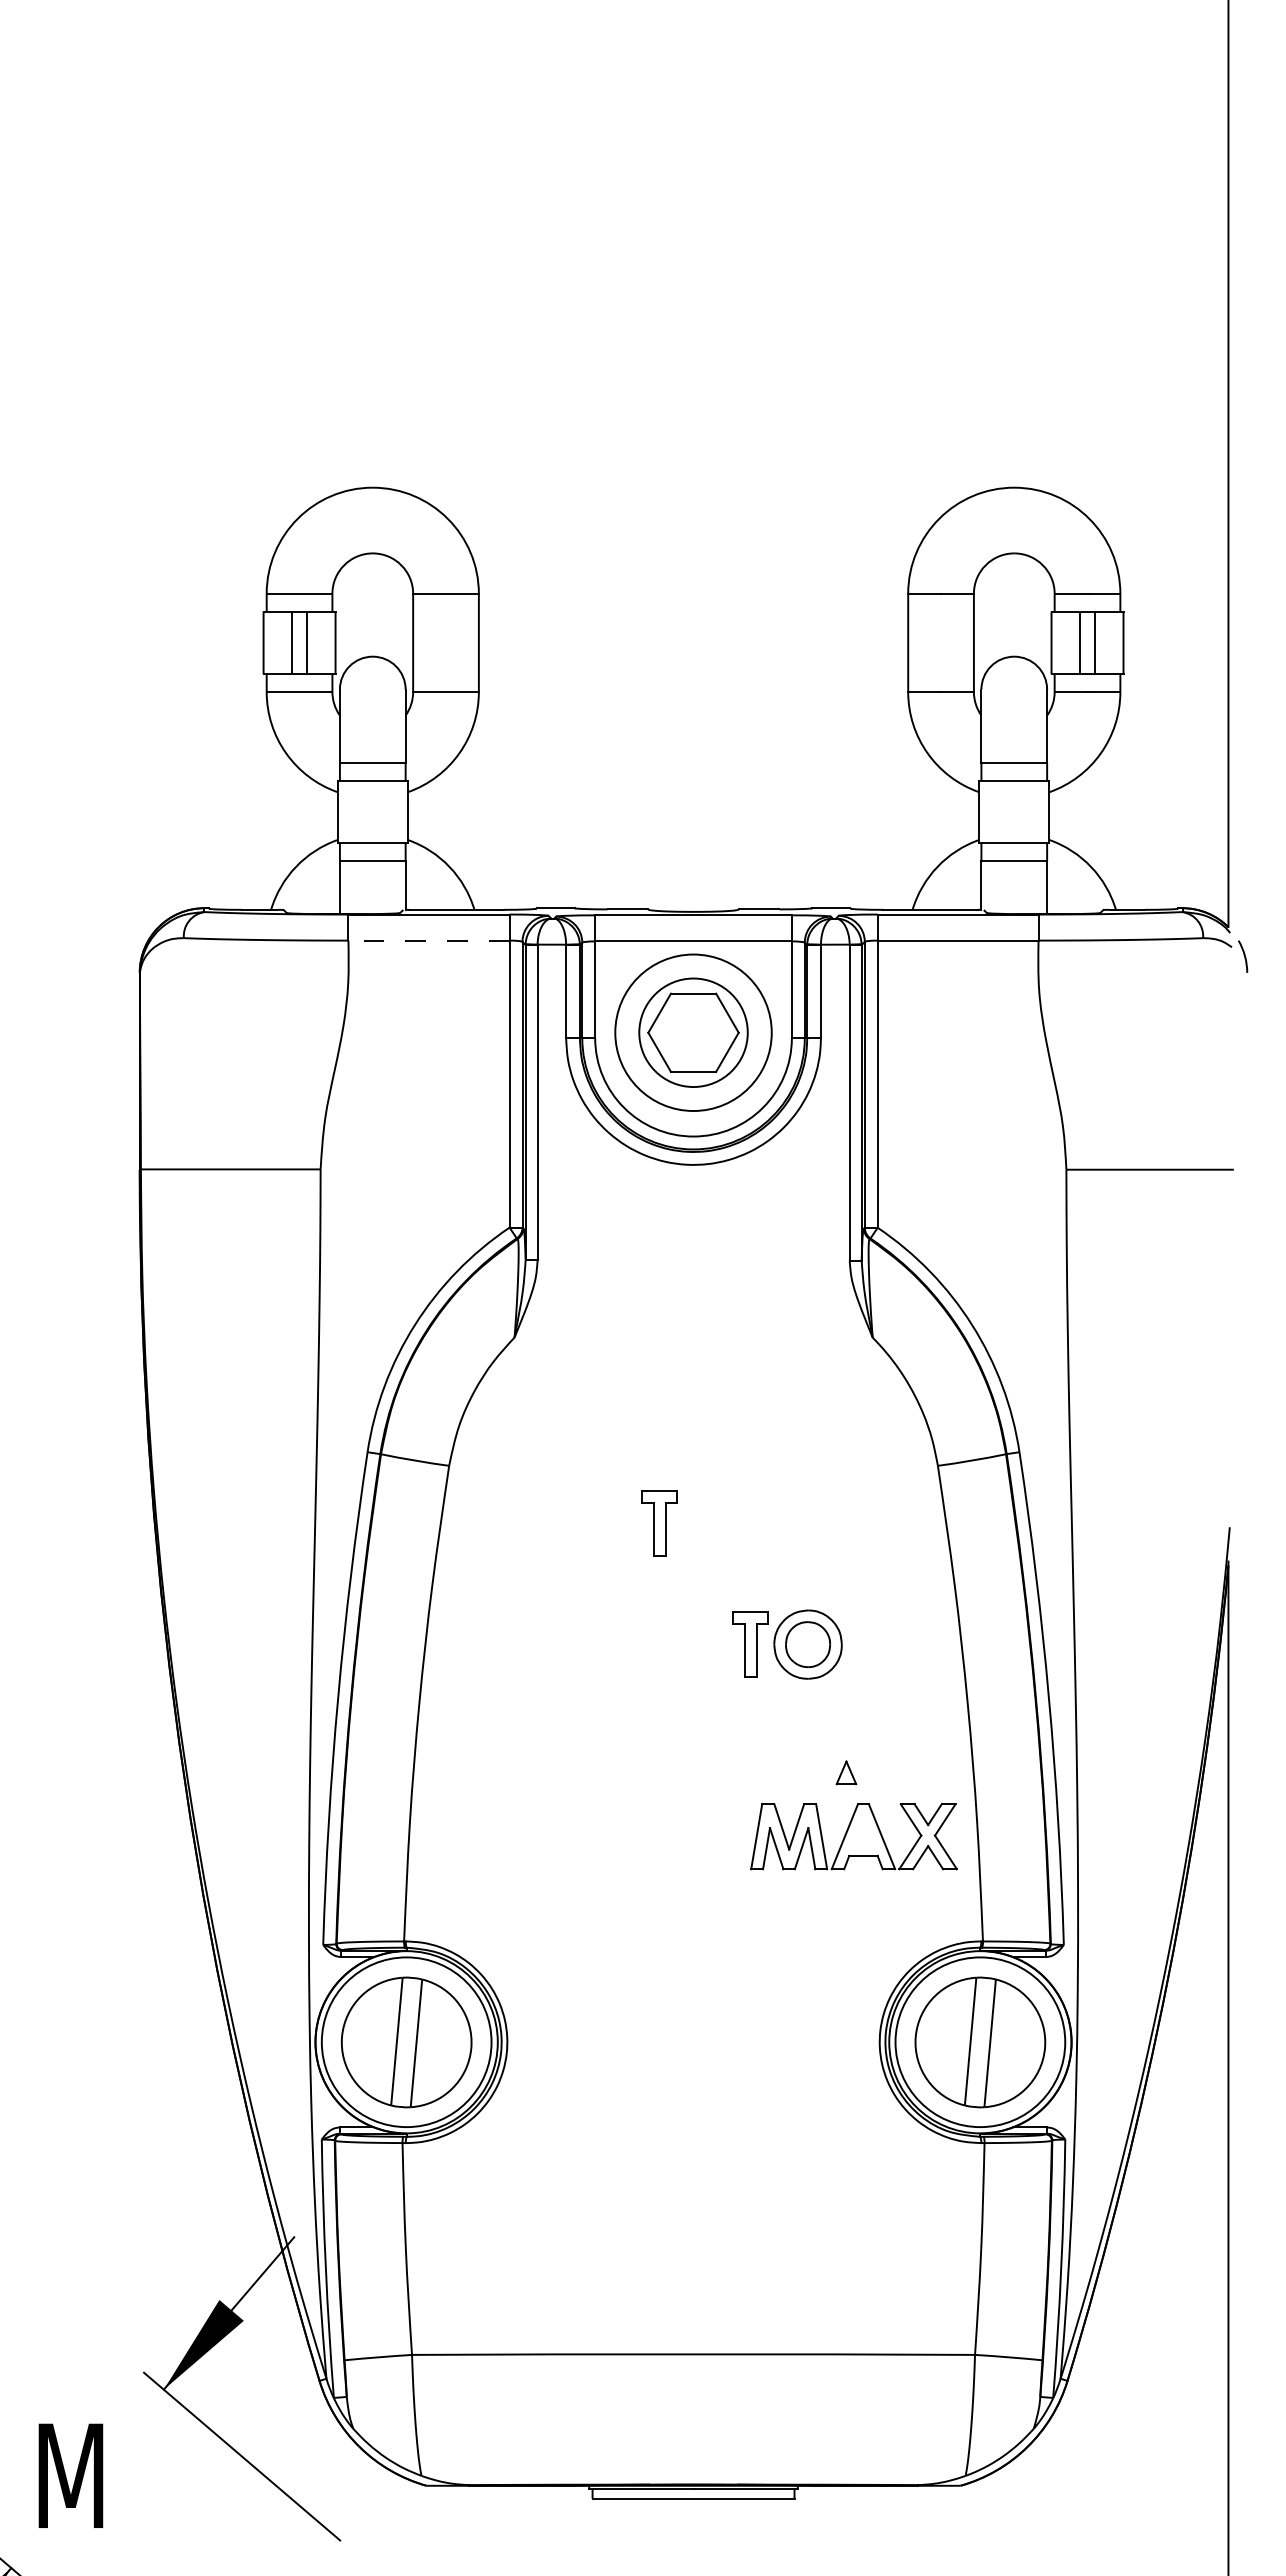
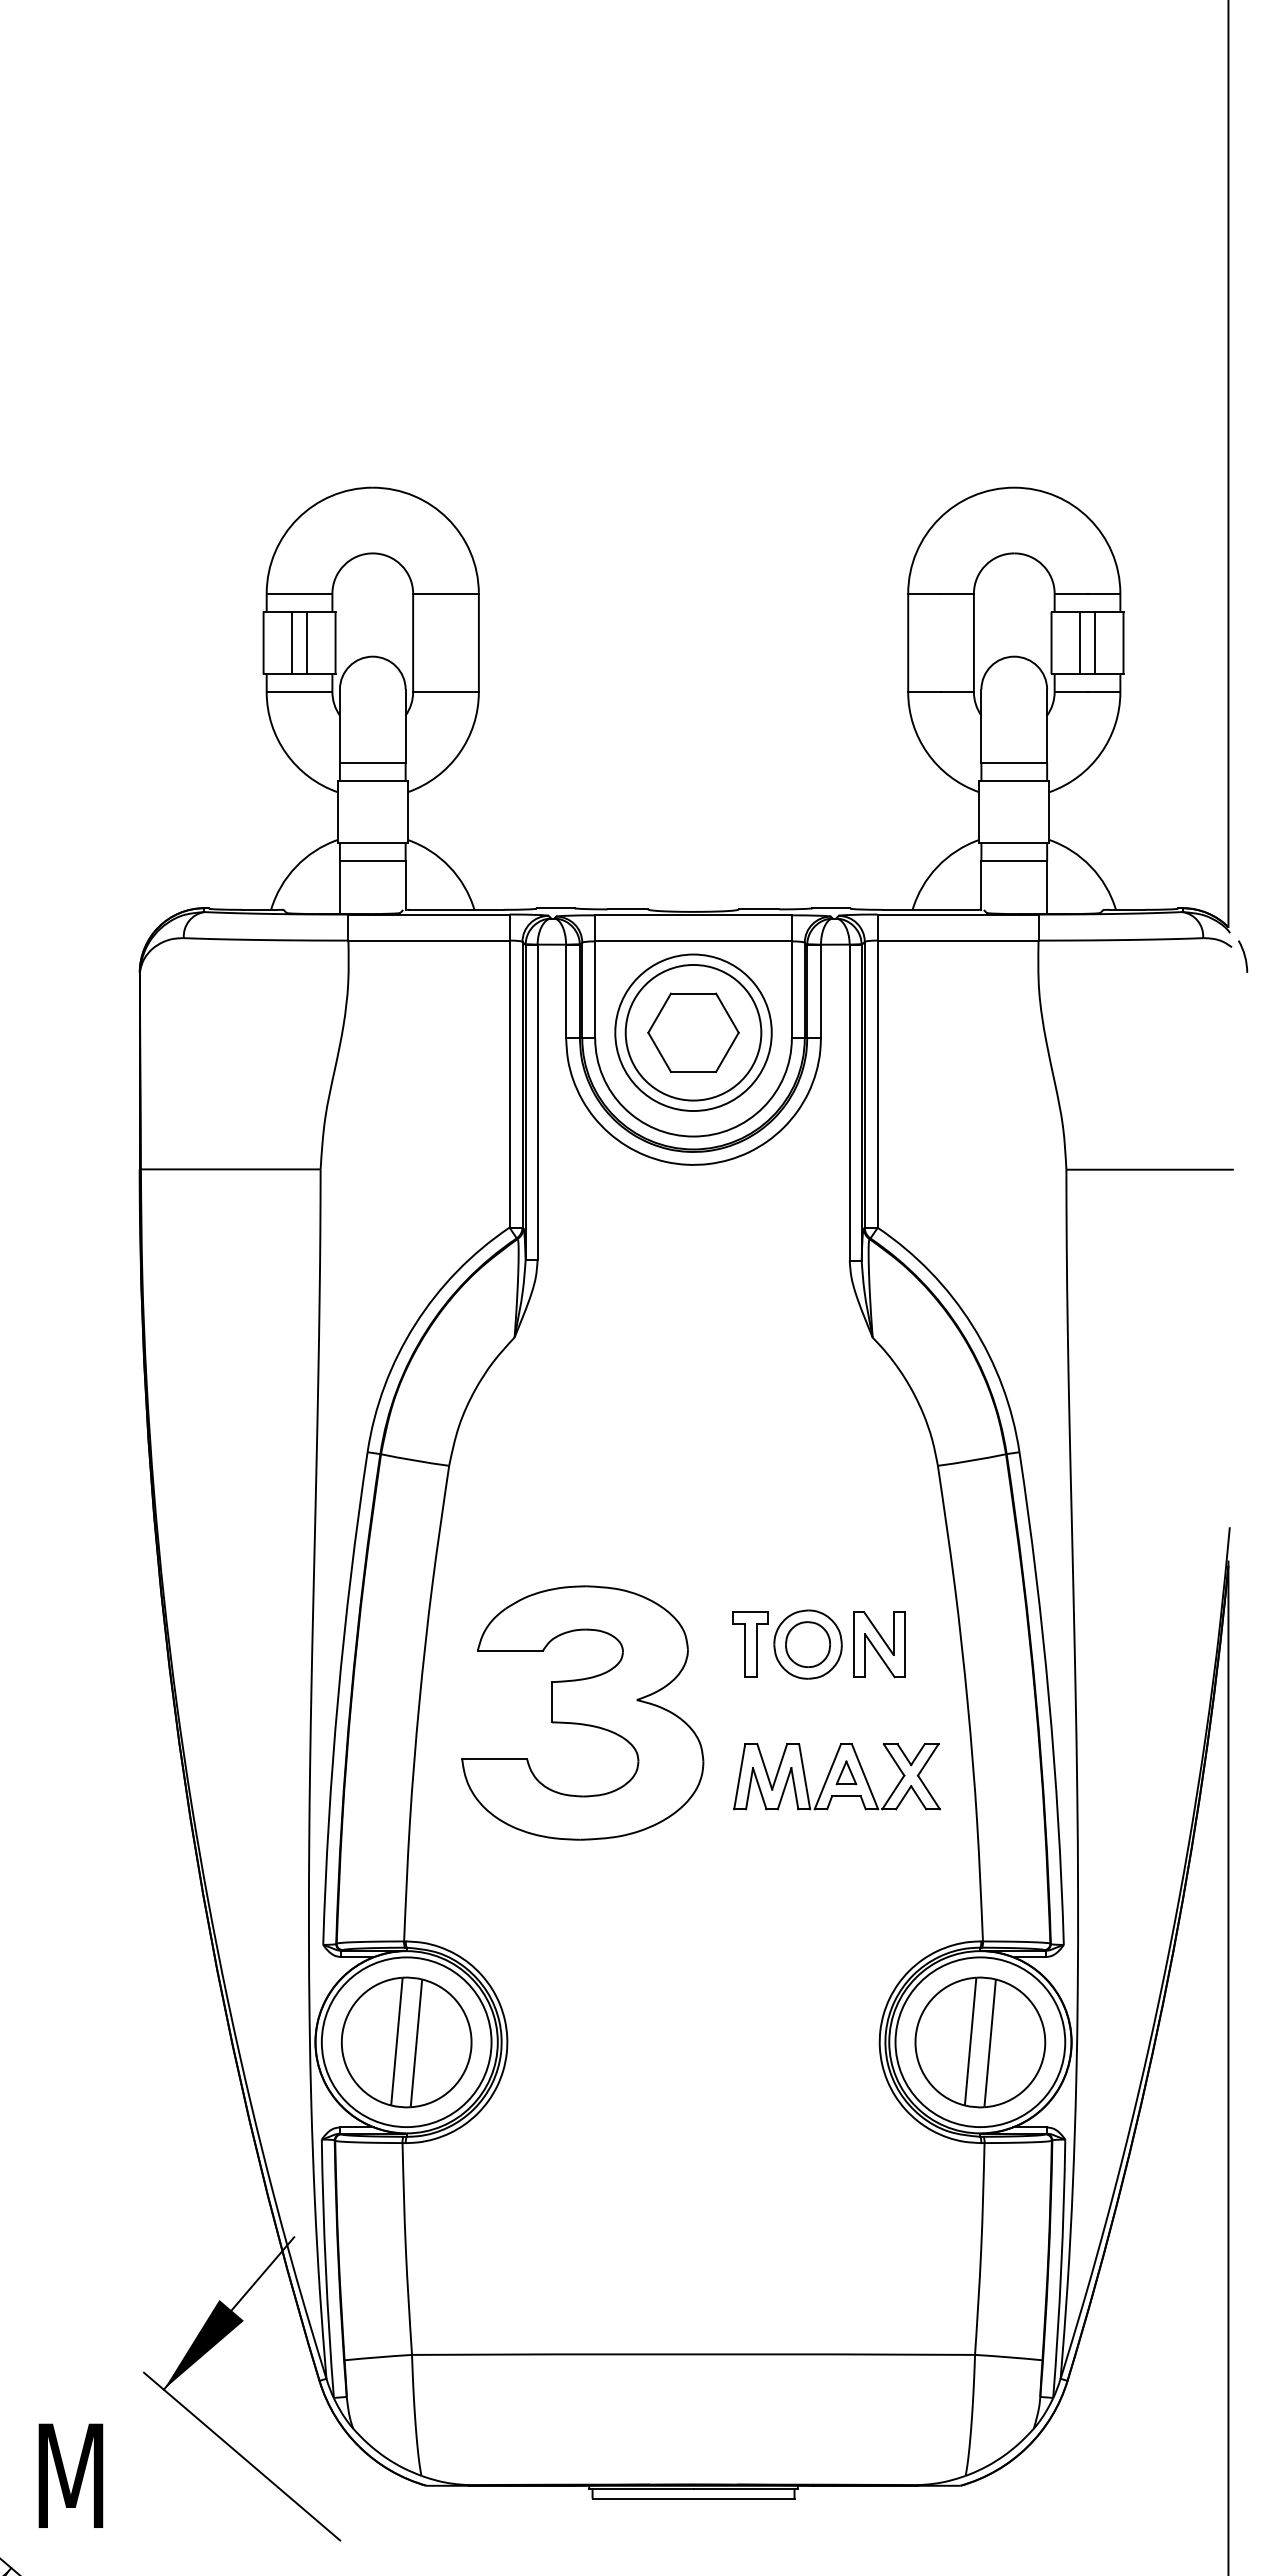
line at (429, 940): dashed -> solid
circle at (693, 1032) diameter: 108 px -> 136 px
part at (659, 1523): present -> none
part at (879, 1644): none -> present
part at (582, 1712): none -> present
part at (853, 1836) position: (853, 1836) -> (836, 1776)
